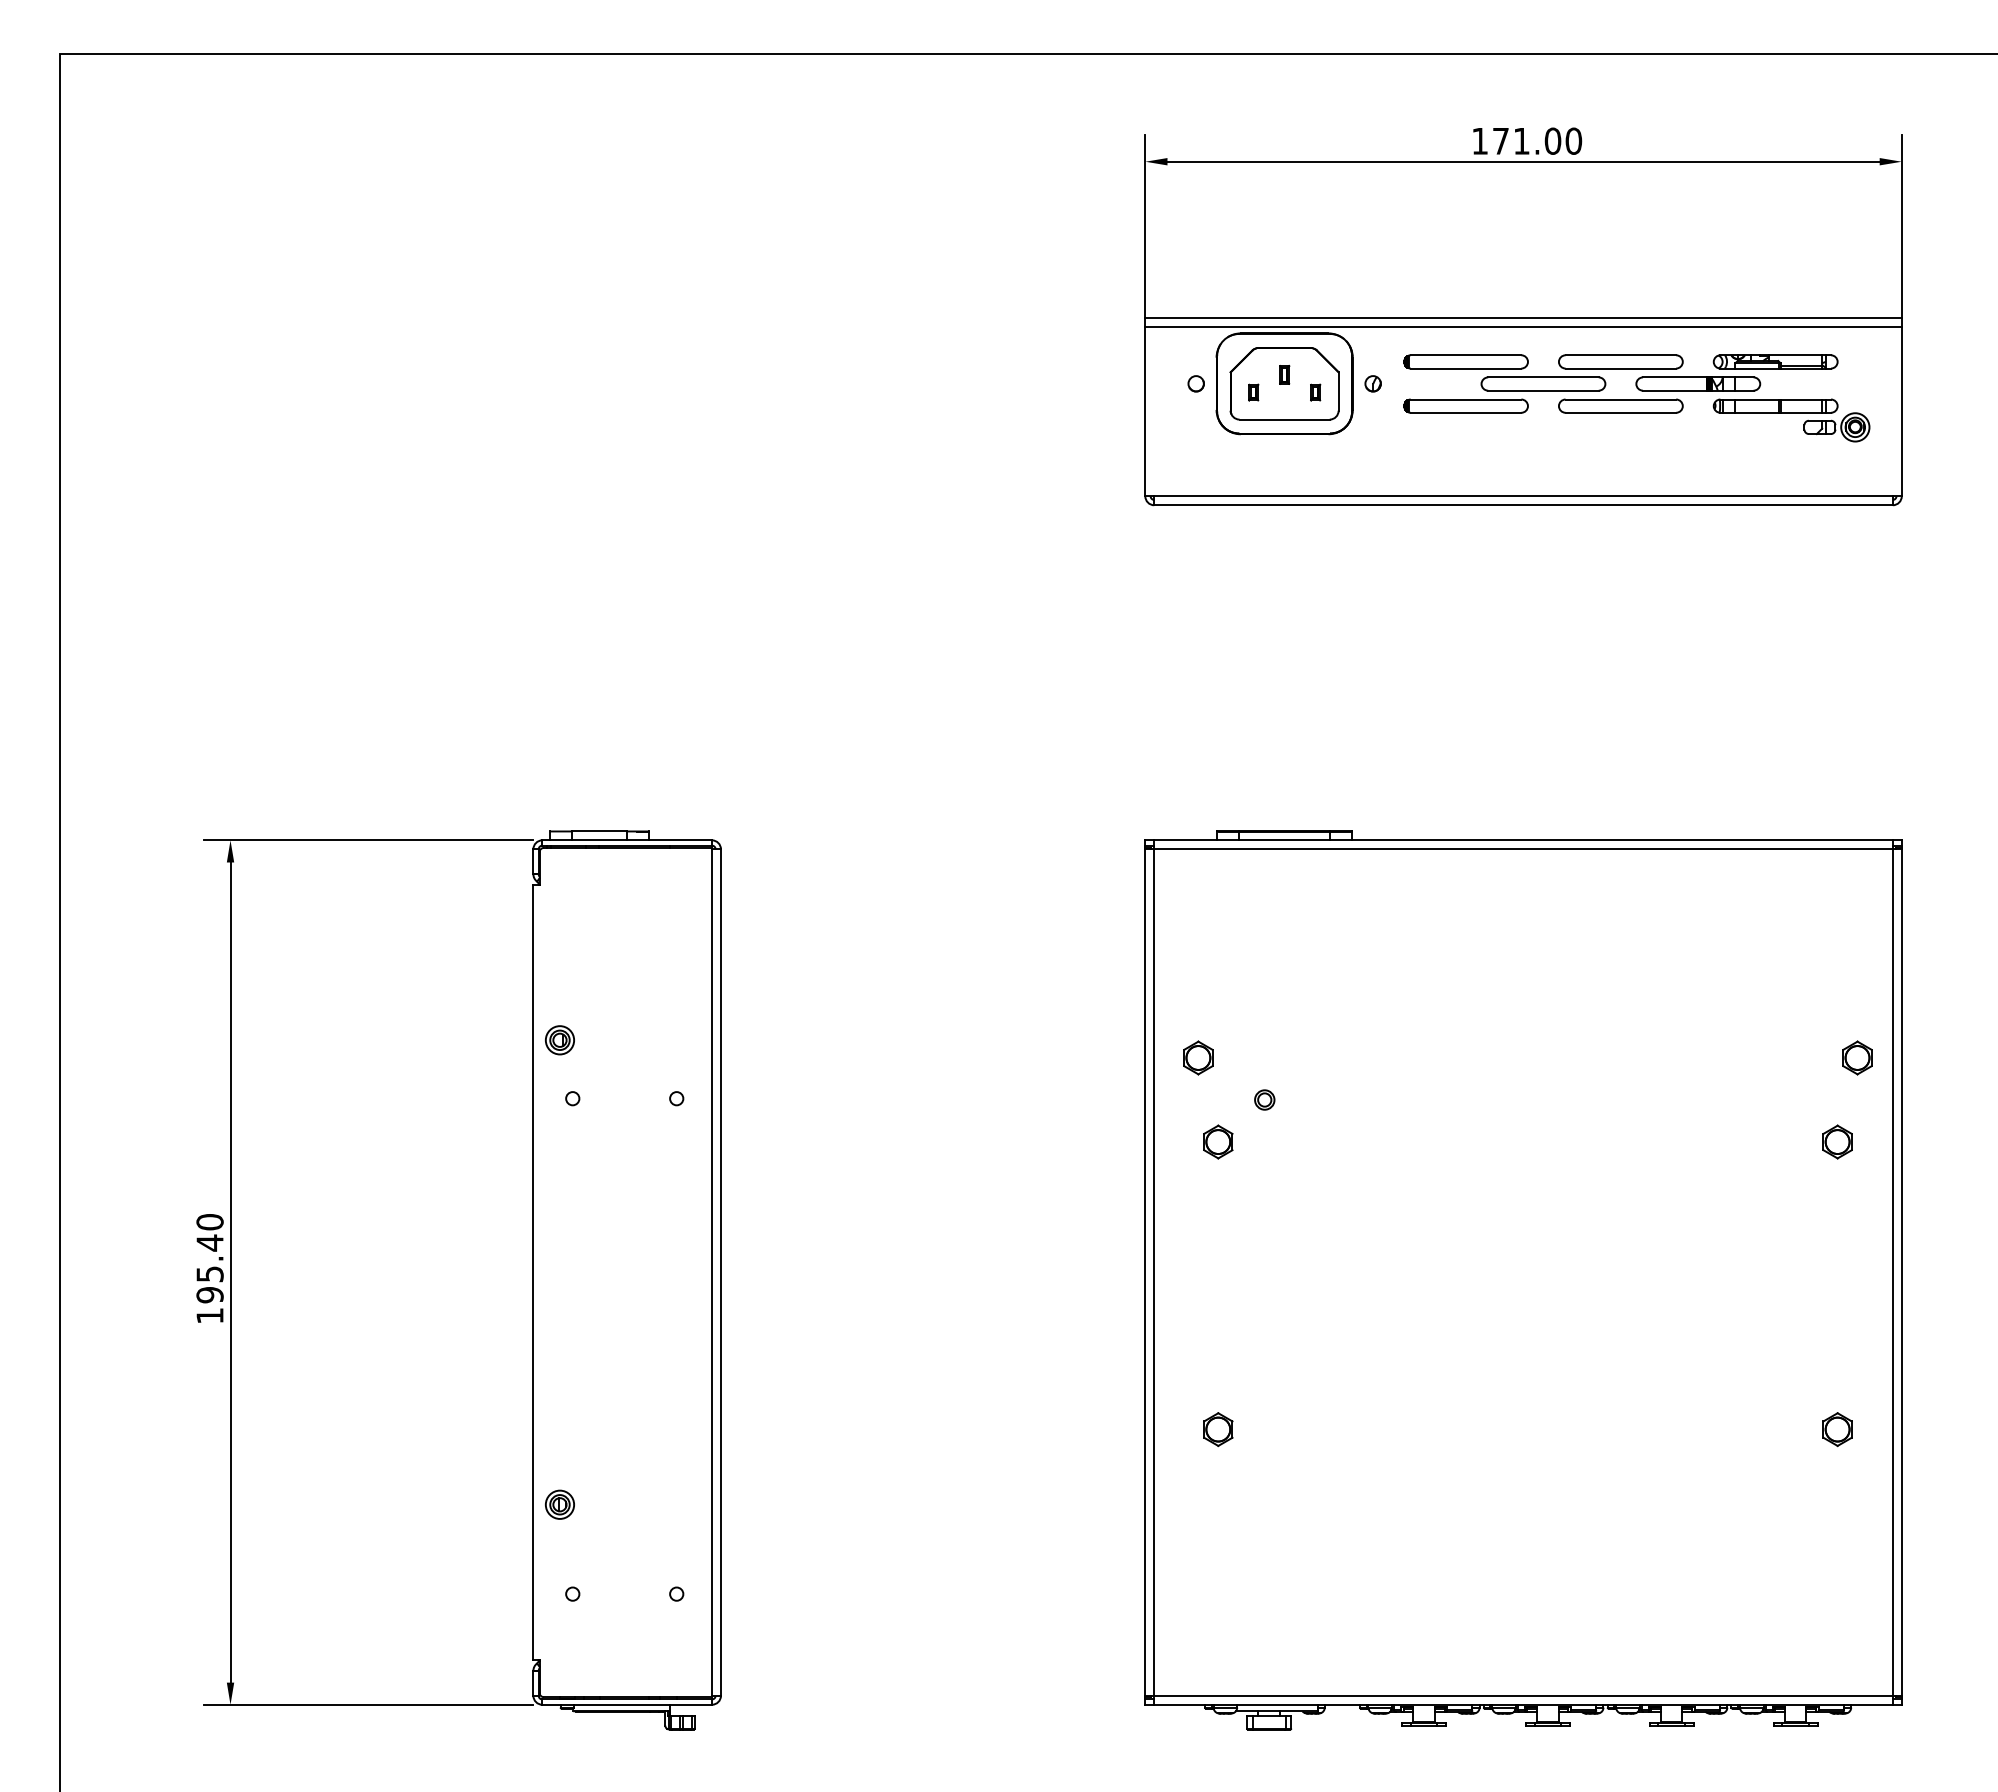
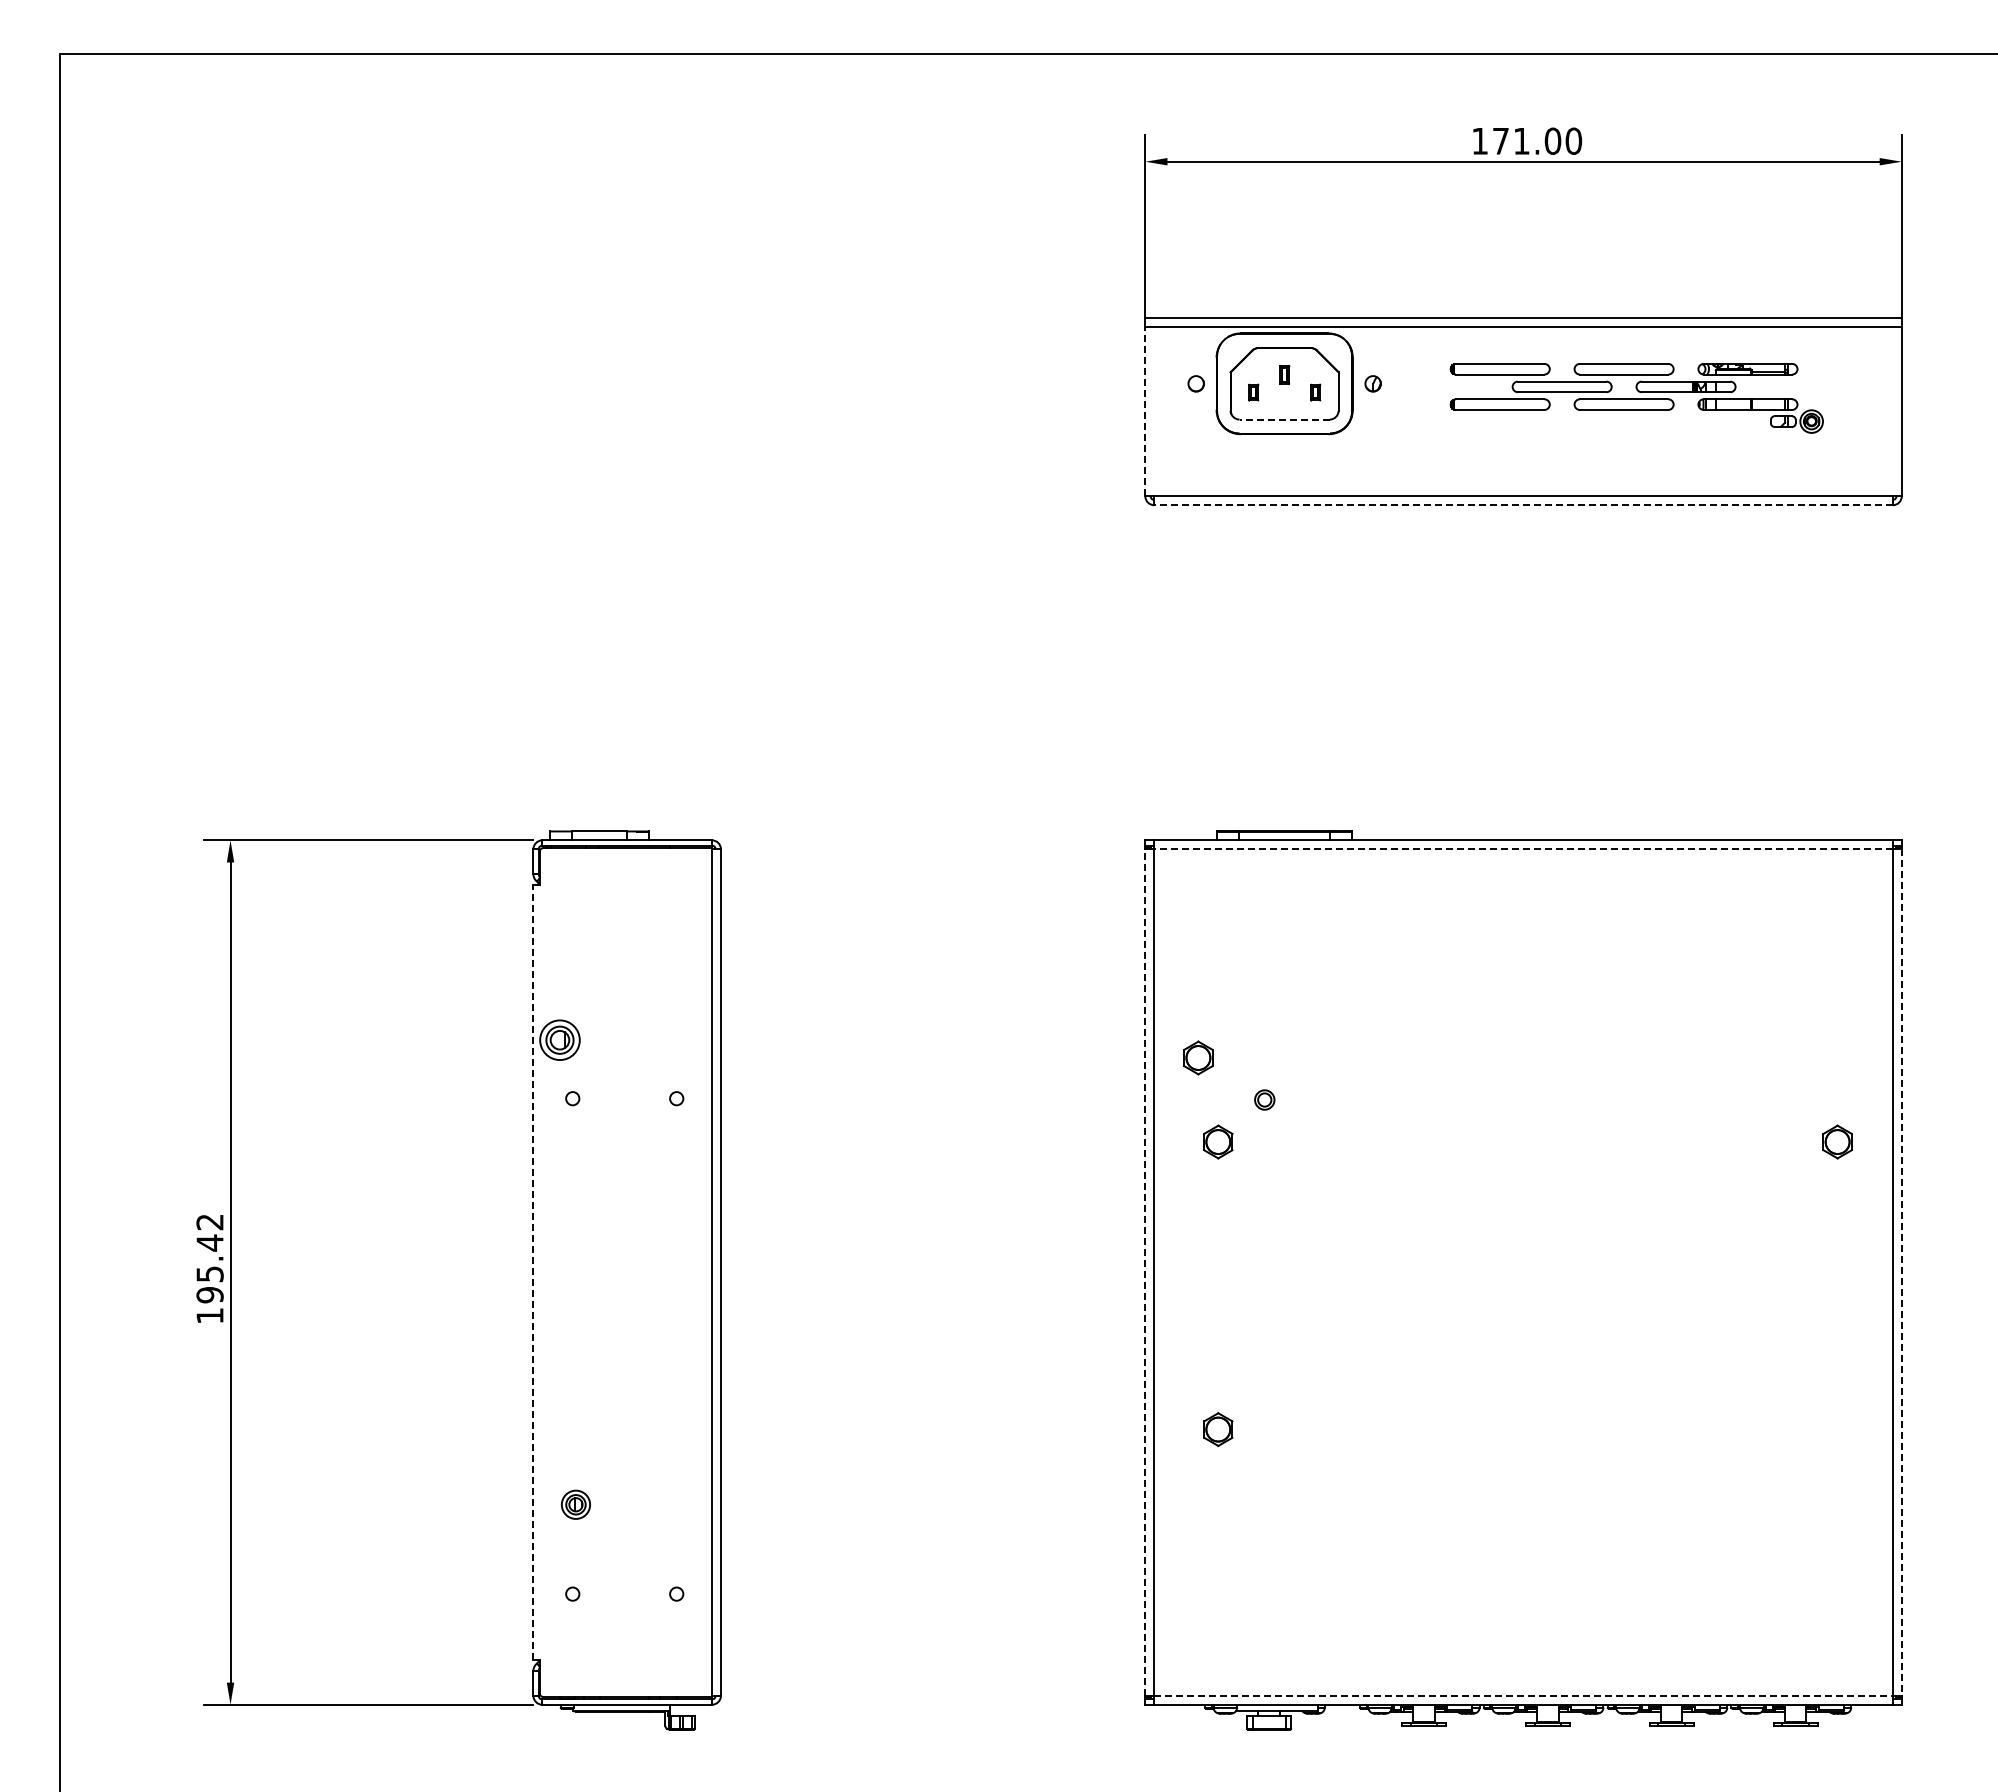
part at (1636, 398) size: 468x89 px -> 375x71 px
line at (1145, 411): solid -> dashed
line at (1284, 419): solid -> dashed
line at (1523, 505): solid -> dashed
line at (1523, 849): solid -> dashed
part at (559, 1040) size: 30x31 px -> 42x42 px
part at (1857, 1057): present -> none
text at (209, 1222): 195.40 -> 195.42
line at (533, 1272): solid -> dashed
line at (1145, 1272): solid -> dashed
line at (1901, 1273): solid -> dashed
part at (1837, 1429): present -> none
part at (559, 1504) position: (559, 1504) -> (575, 1504)
line at (1524, 1695): solid -> dashed
